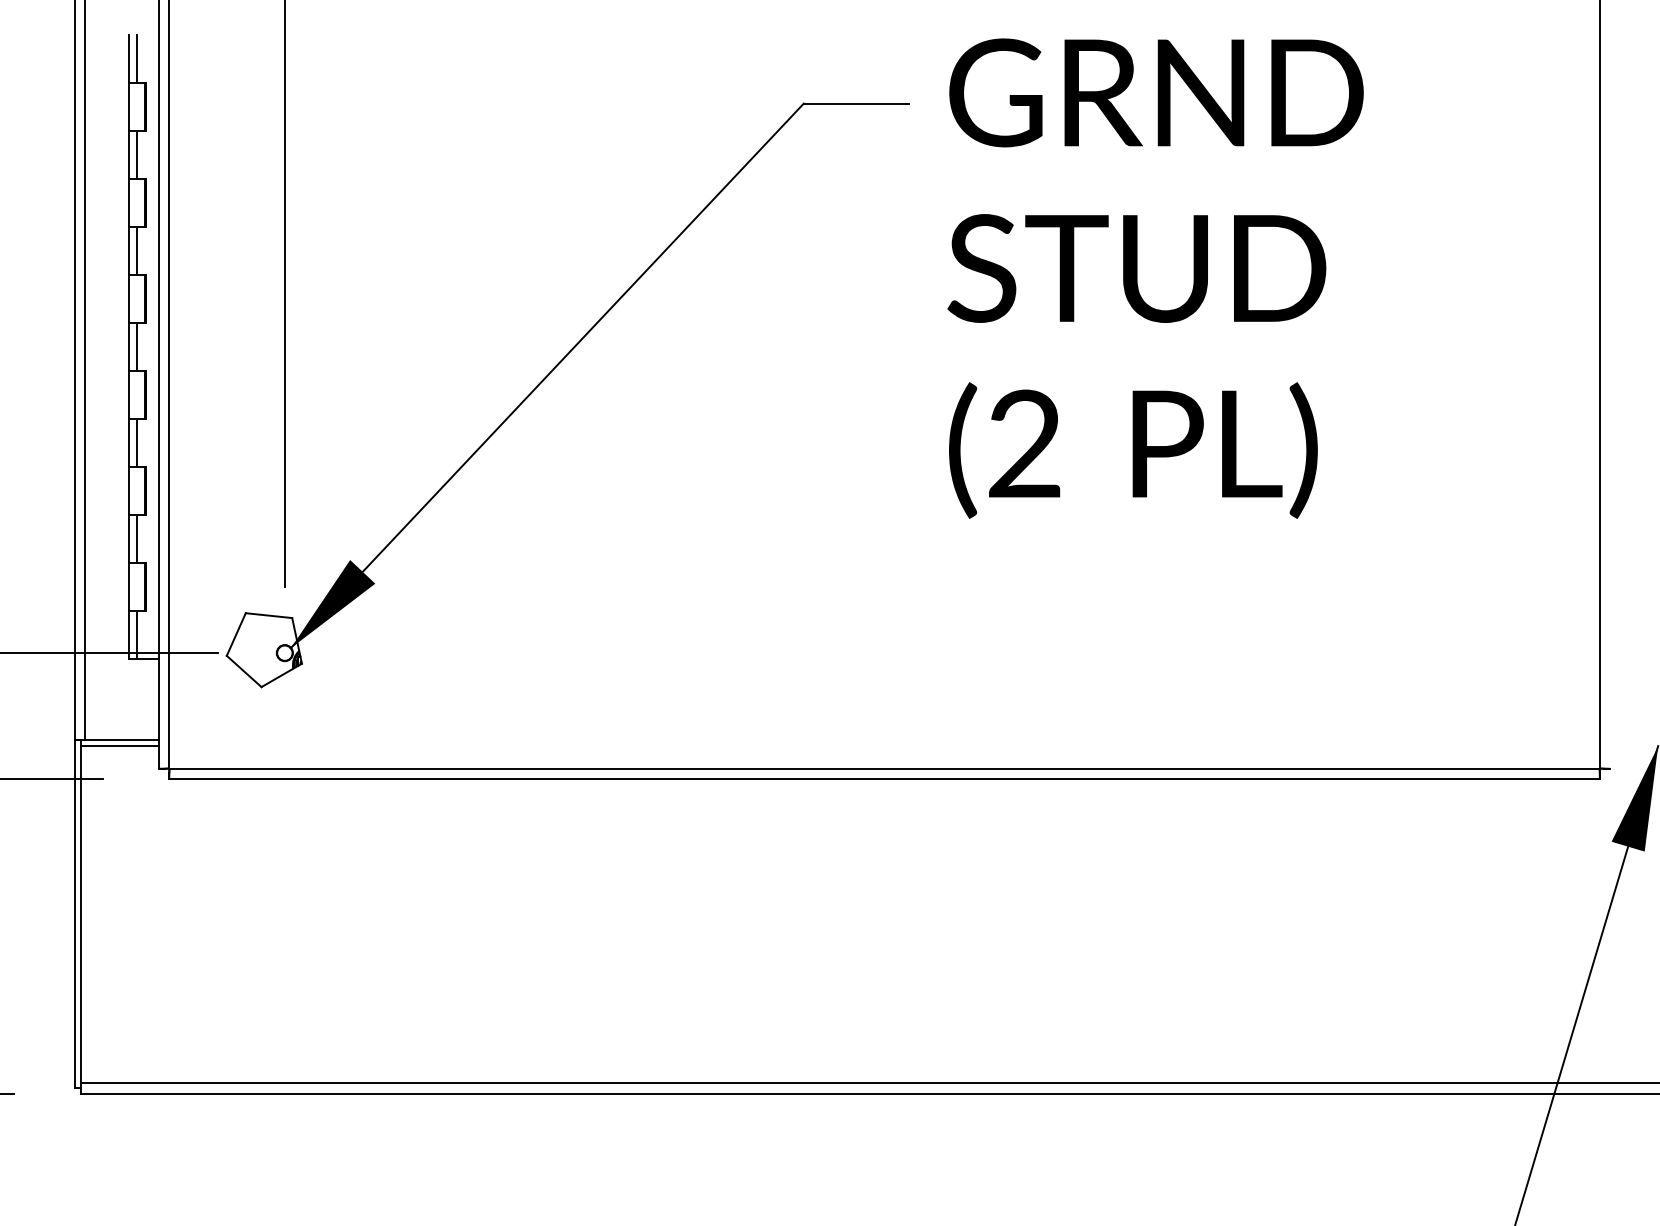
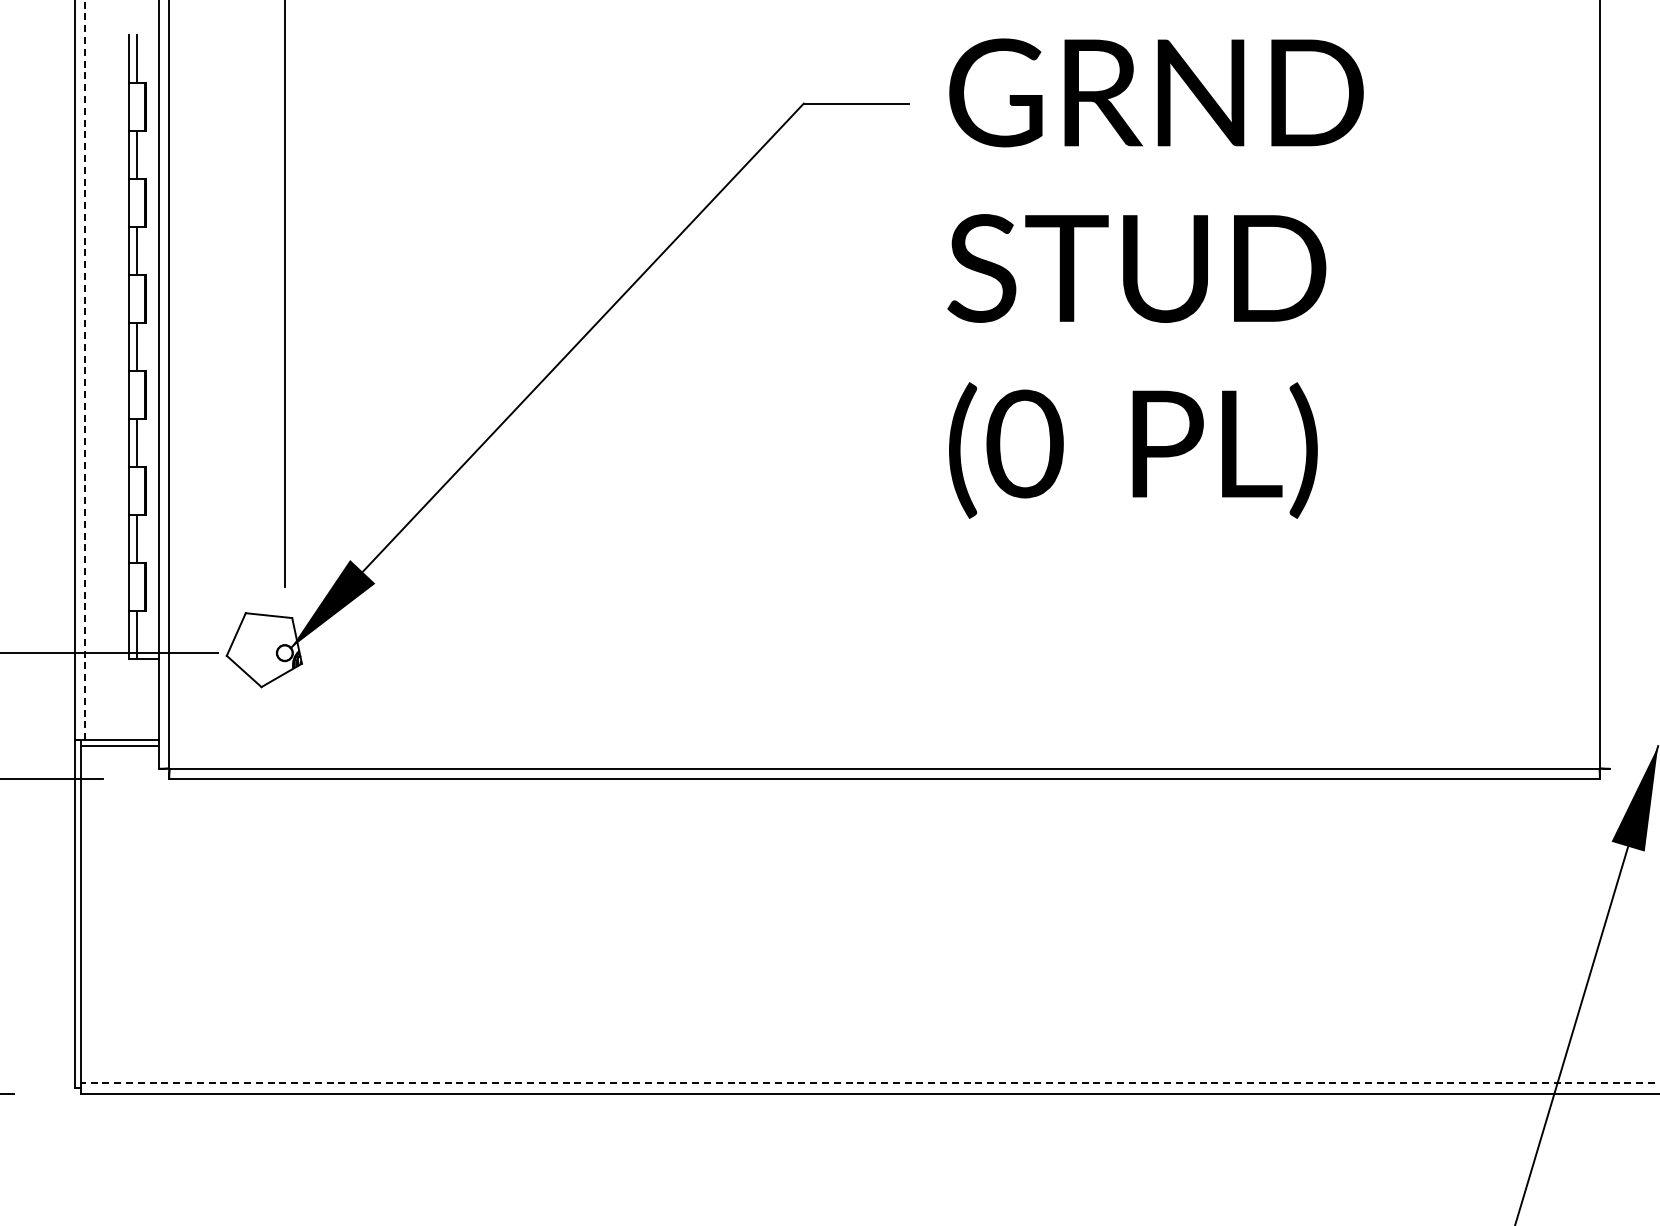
line at (85, 370): solid -> dashed
text at (1024, 443): (2 -> (0
line at (869, 1083): solid -> dashed
